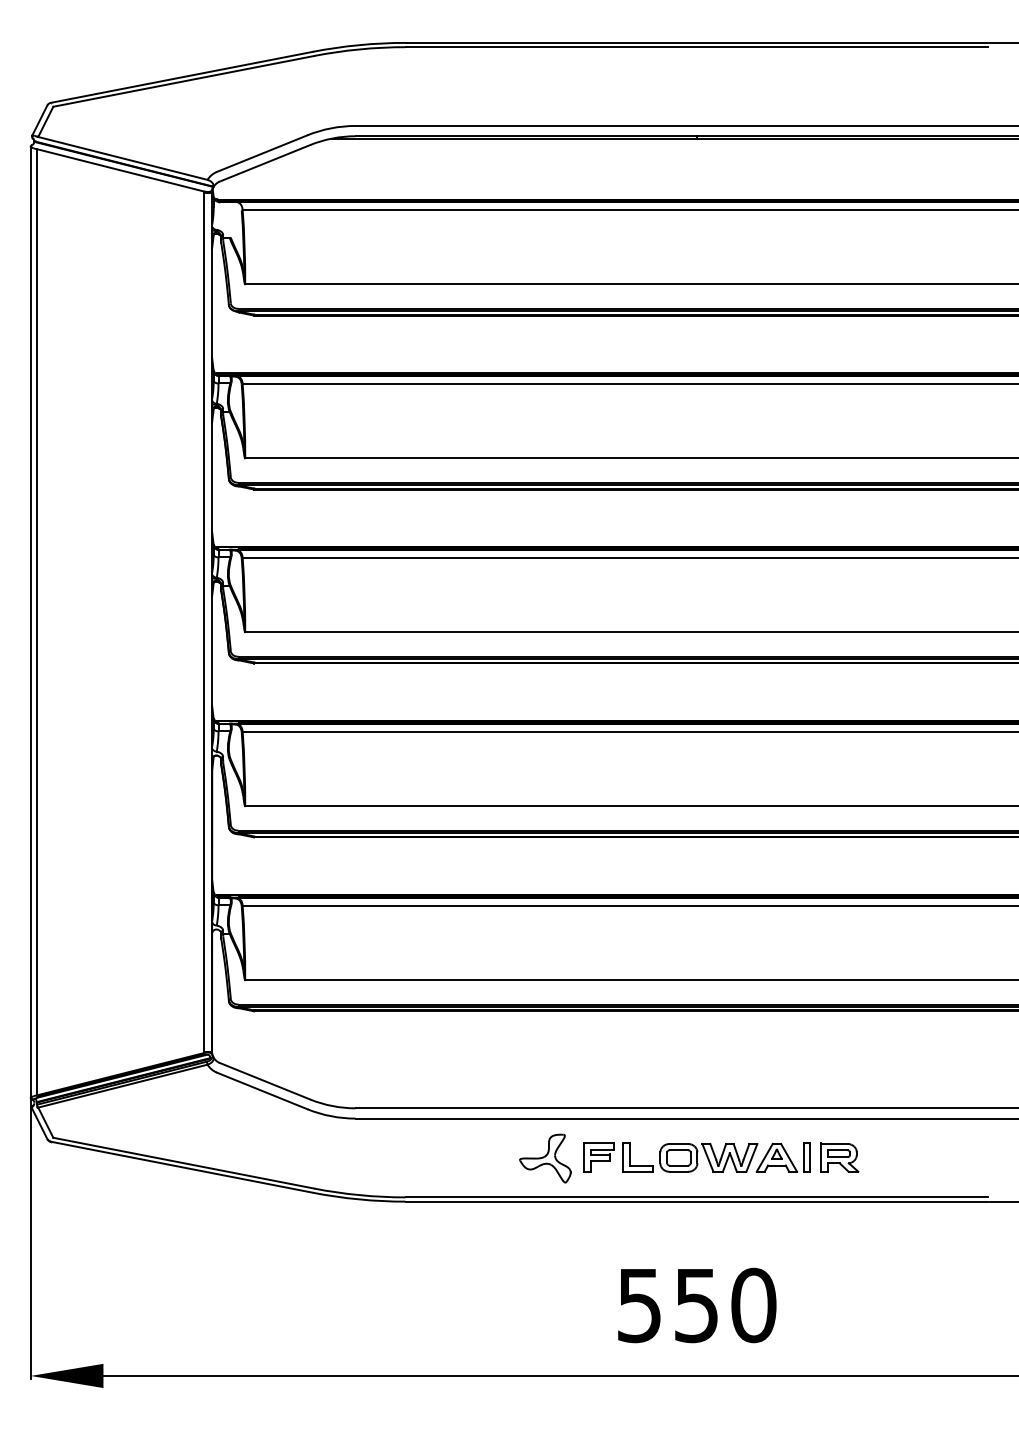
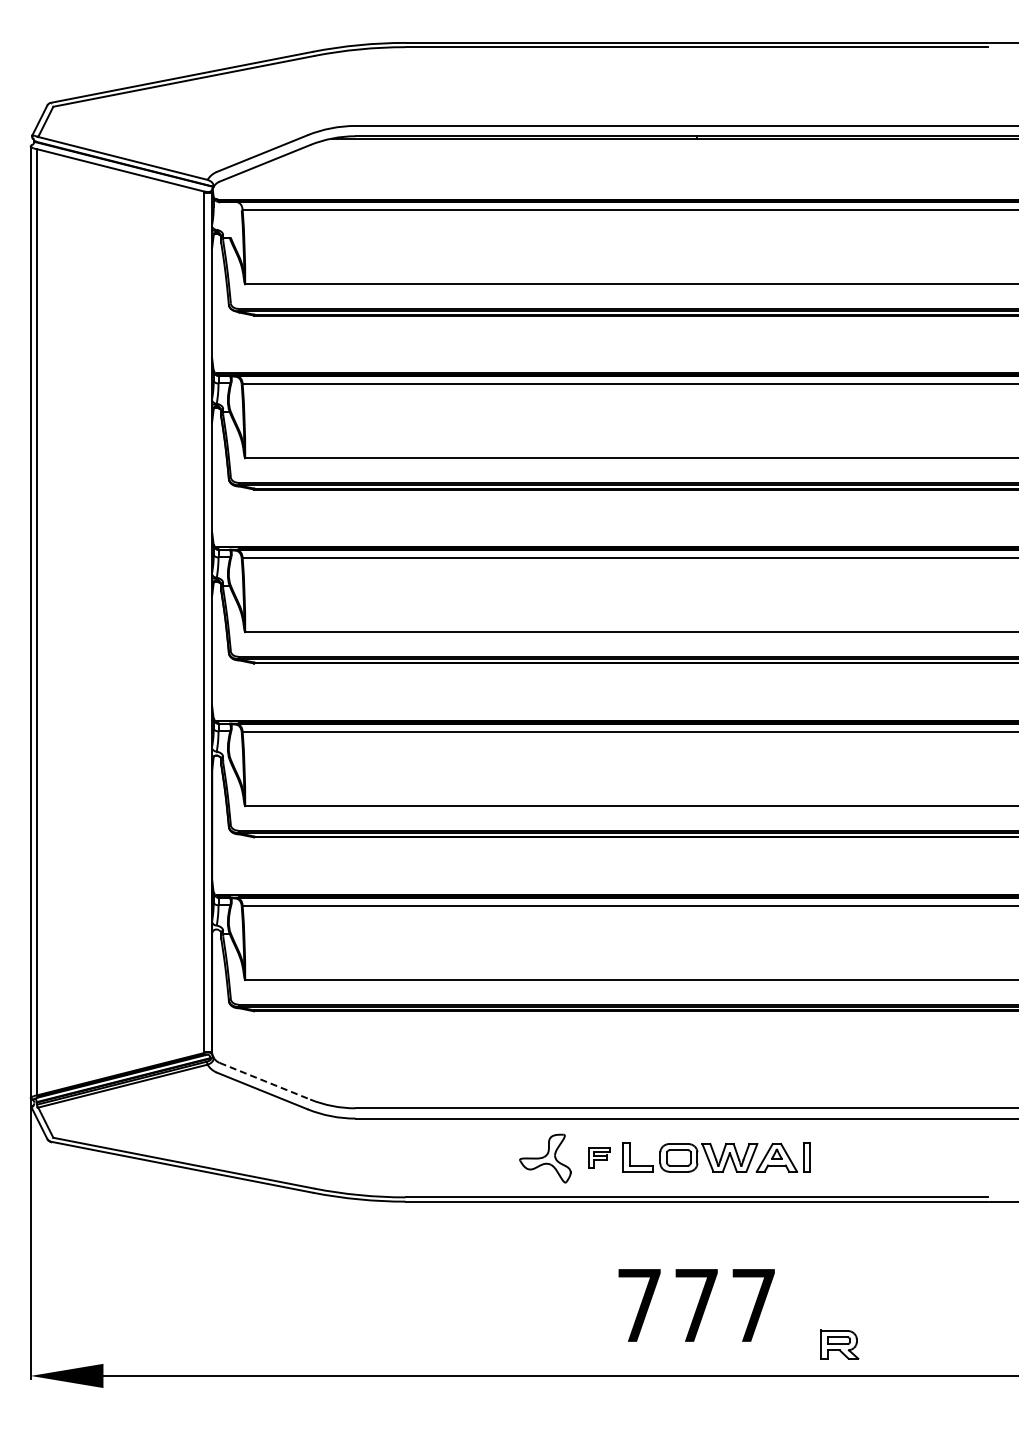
line at (264, 1081): solid -> dashed
part at (598, 1157) size: 32x31 px -> 23x22 px
part at (839, 1157) position: (839, 1157) -> (839, 1344)
text at (697, 1305): 550 -> 777
